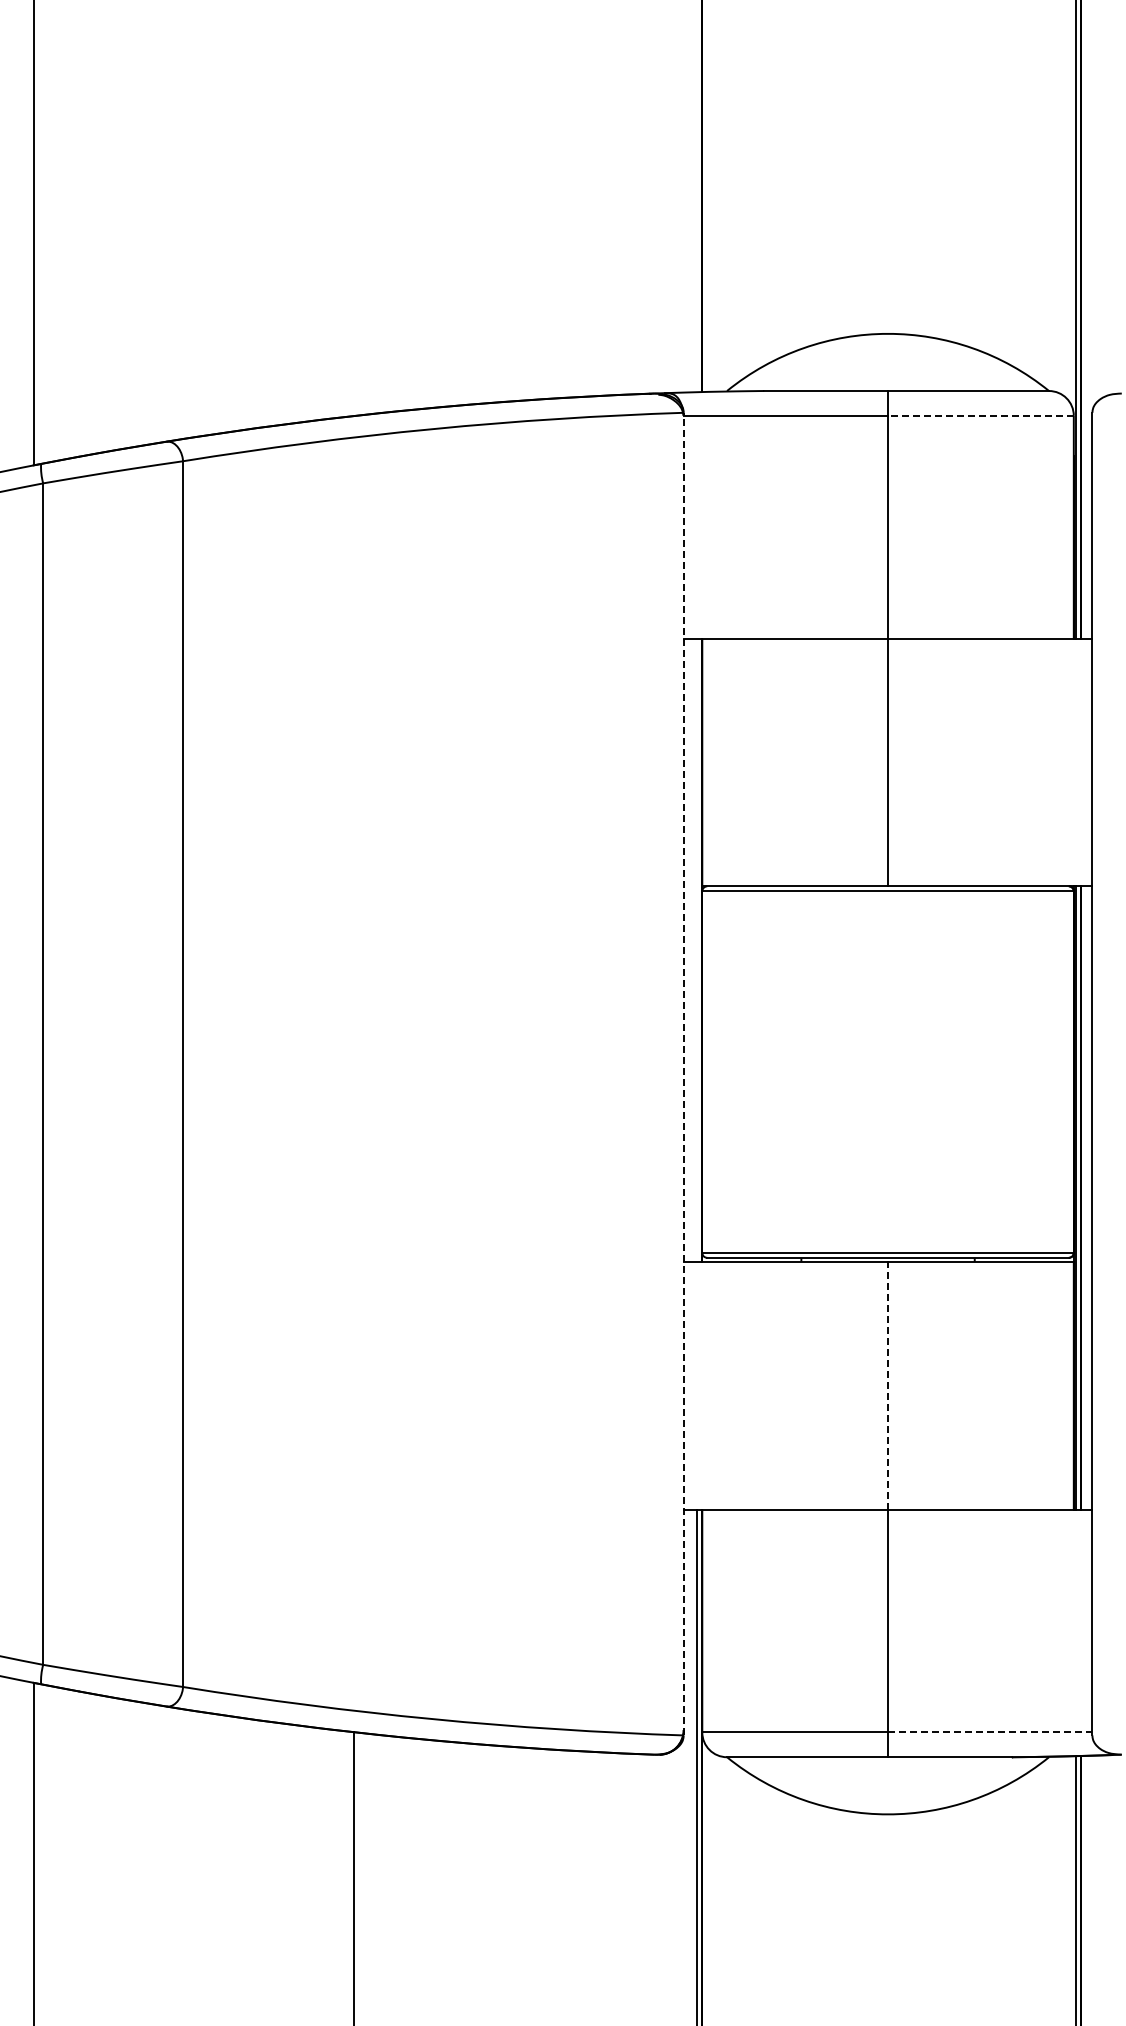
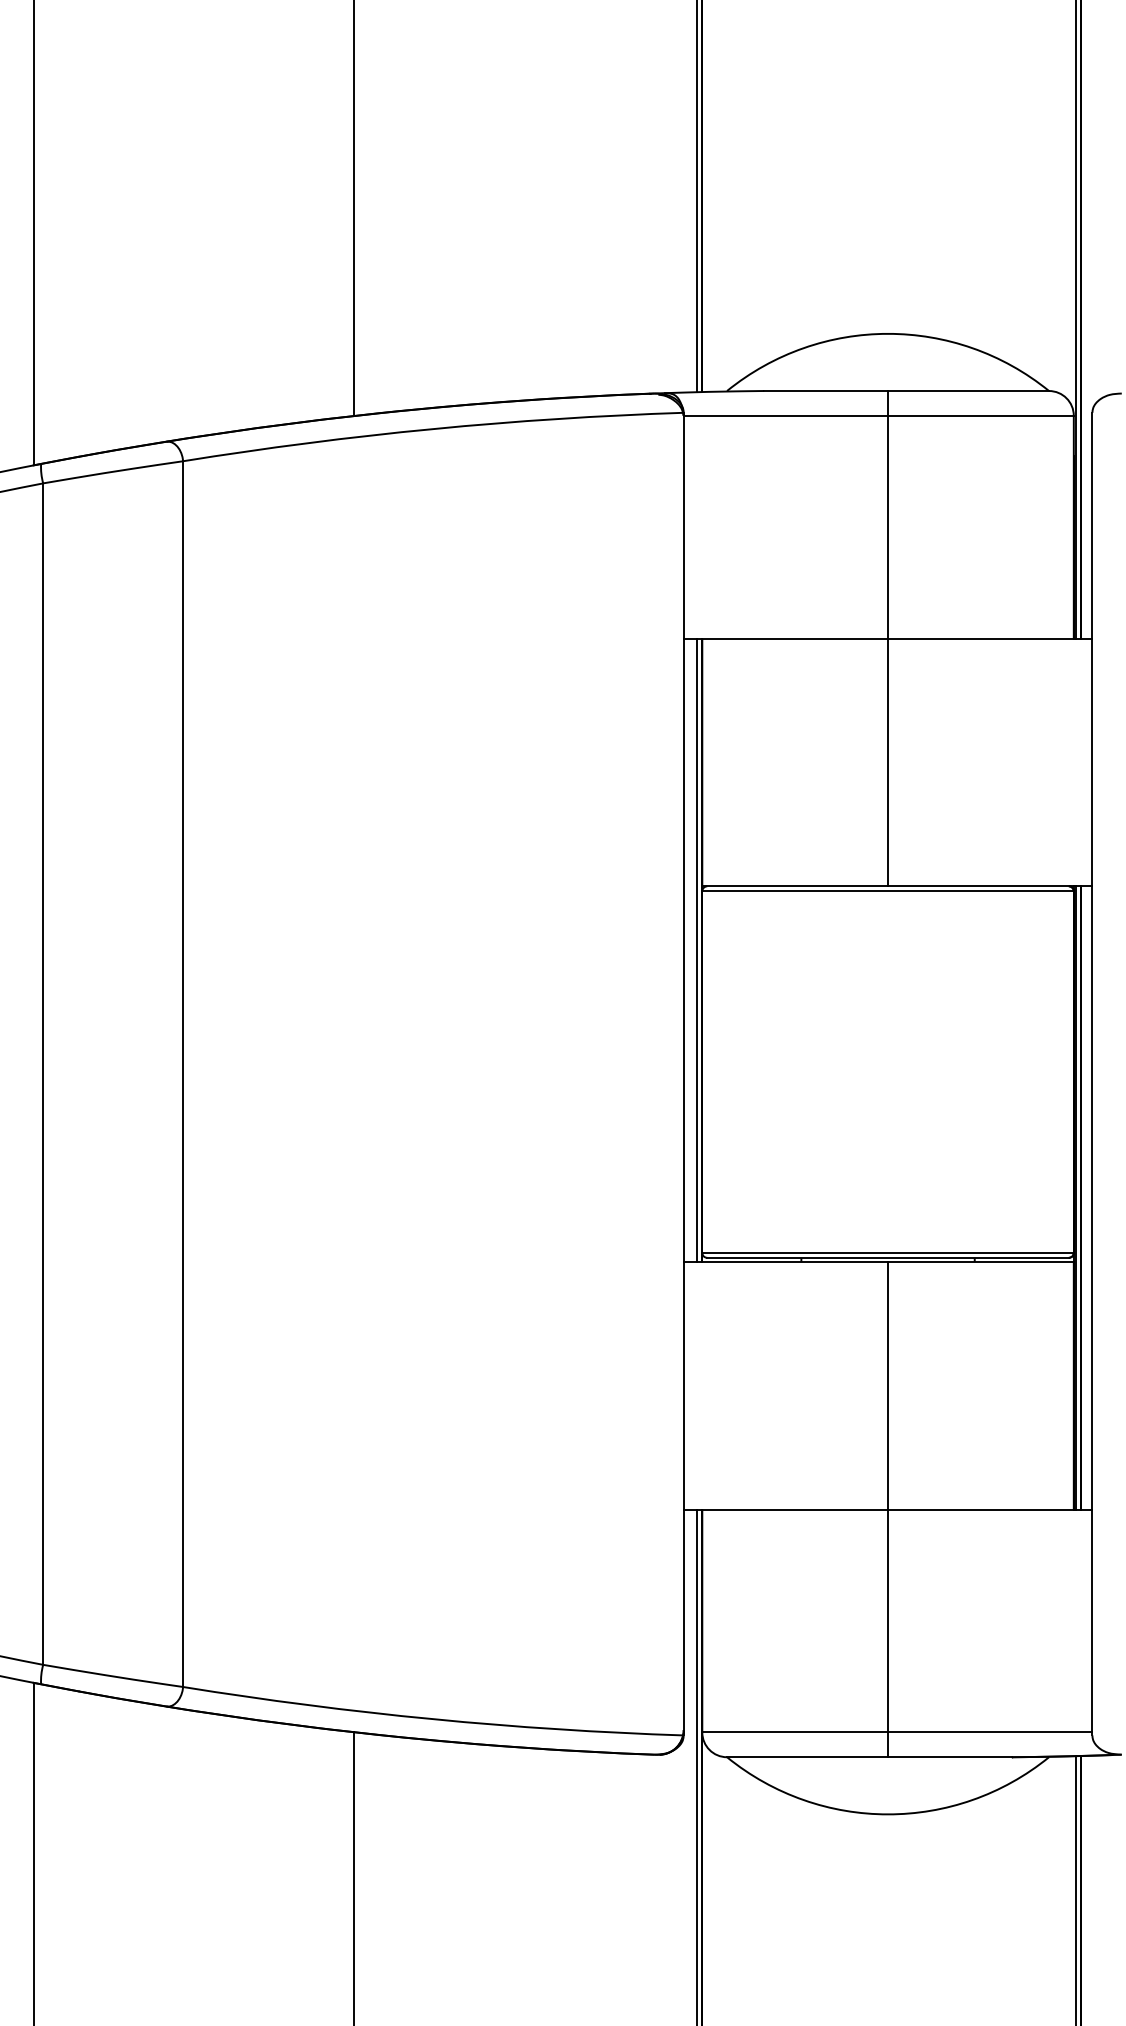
line at (697, 197): none -> present
line at (354, 208): none -> present
line at (980, 415): dashed -> solid
line at (697, 949): none -> present
line at (683, 1073): dashed -> solid
line at (888, 1385): dashed -> solid
line at (990, 1732): dashed -> solid
